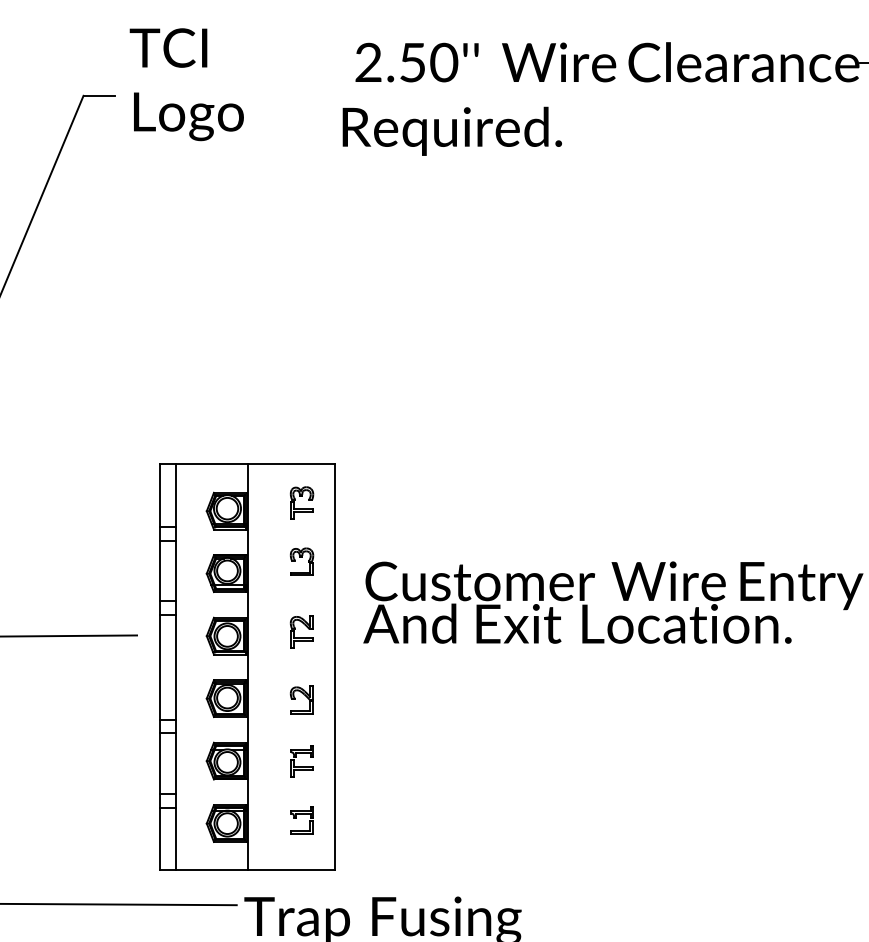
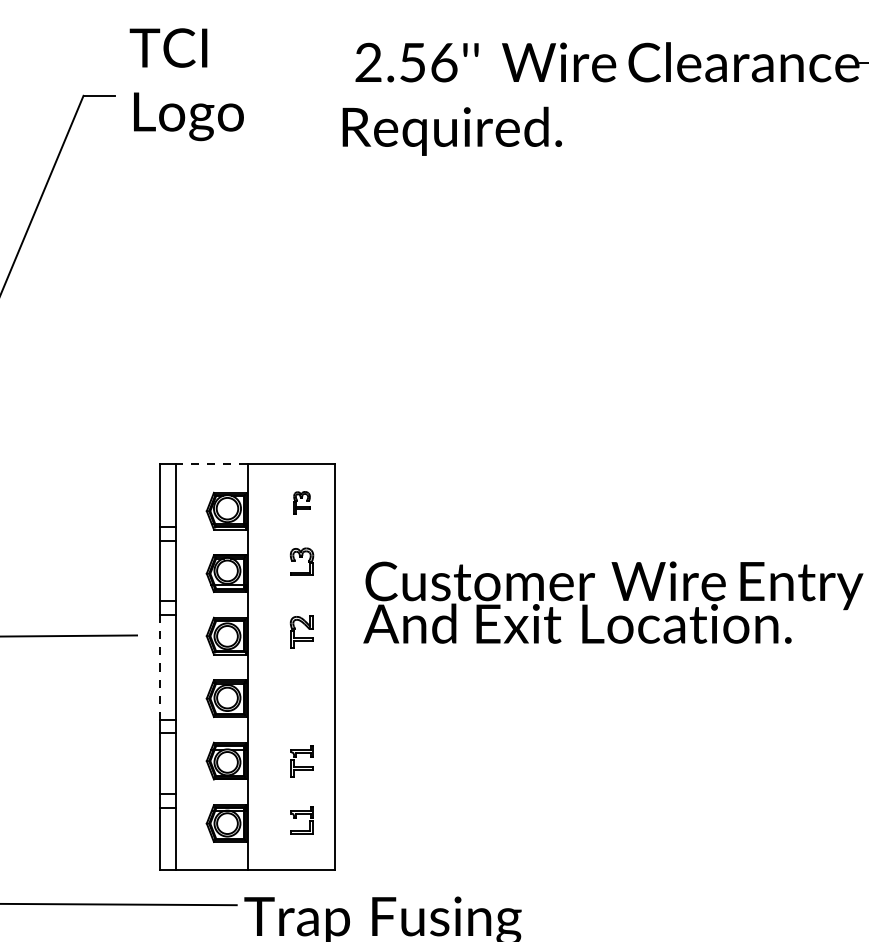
text at (444, 61): 2.50'' -> 2.56''
line at (211, 464): solid -> dashed
part at (301, 502) size: 26x34 px -> 18x24 px
line at (160, 667): solid -> dashed
part at (301, 699): present -> none
